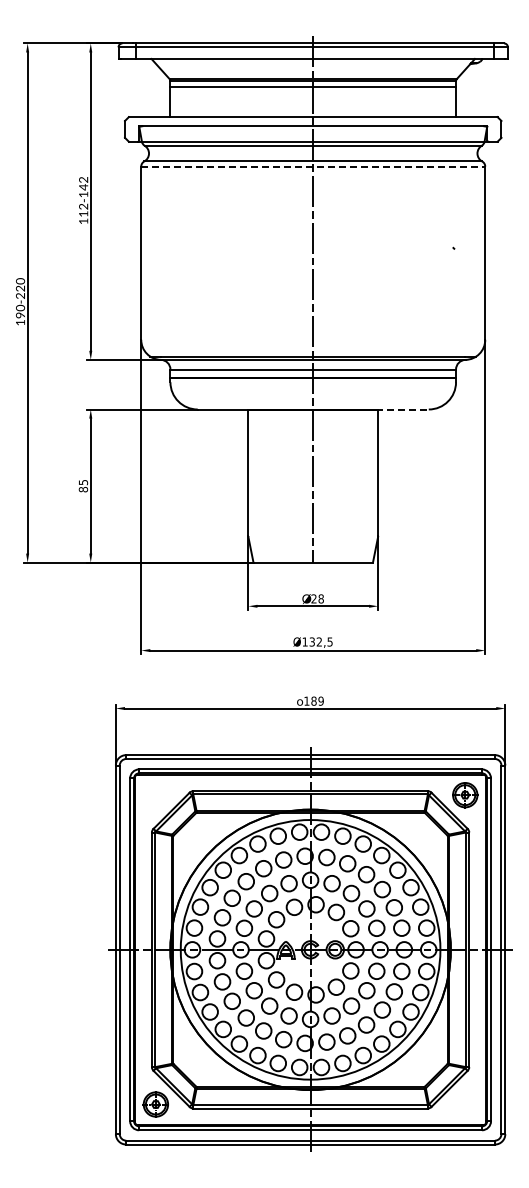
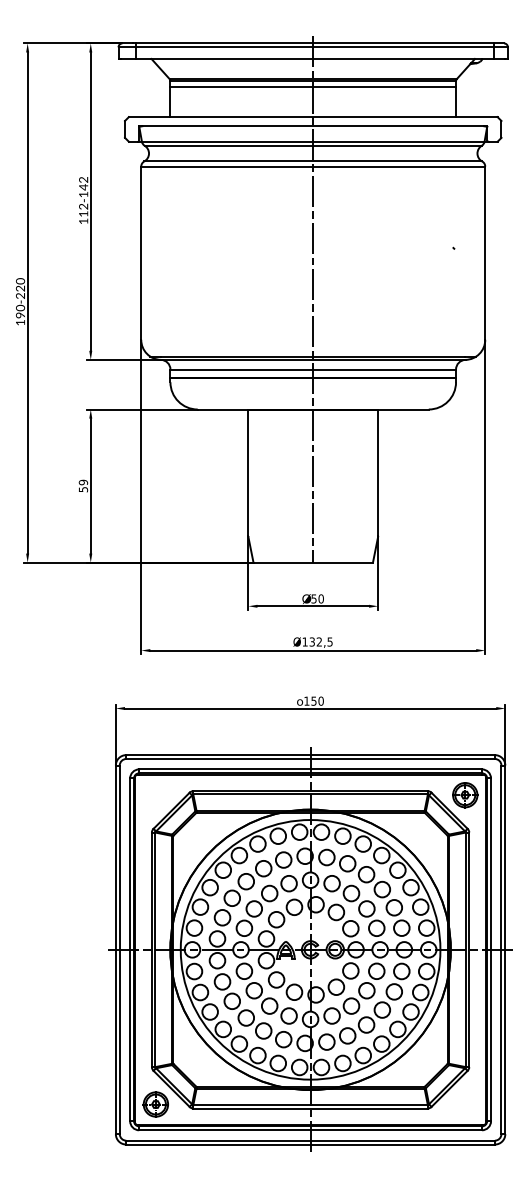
line at (313, 166): dashed -> solid
line at (402, 409): dashed -> solid
text at (83, 485): 85 -> 59
text at (317, 598): 28 -> 50
text at (317, 700): 189 -> 150
